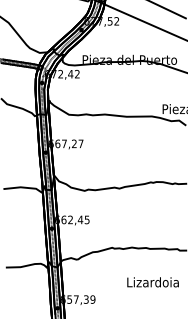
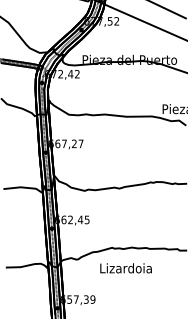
text at (152, 282) position: (152, 282) -> (125, 268)
